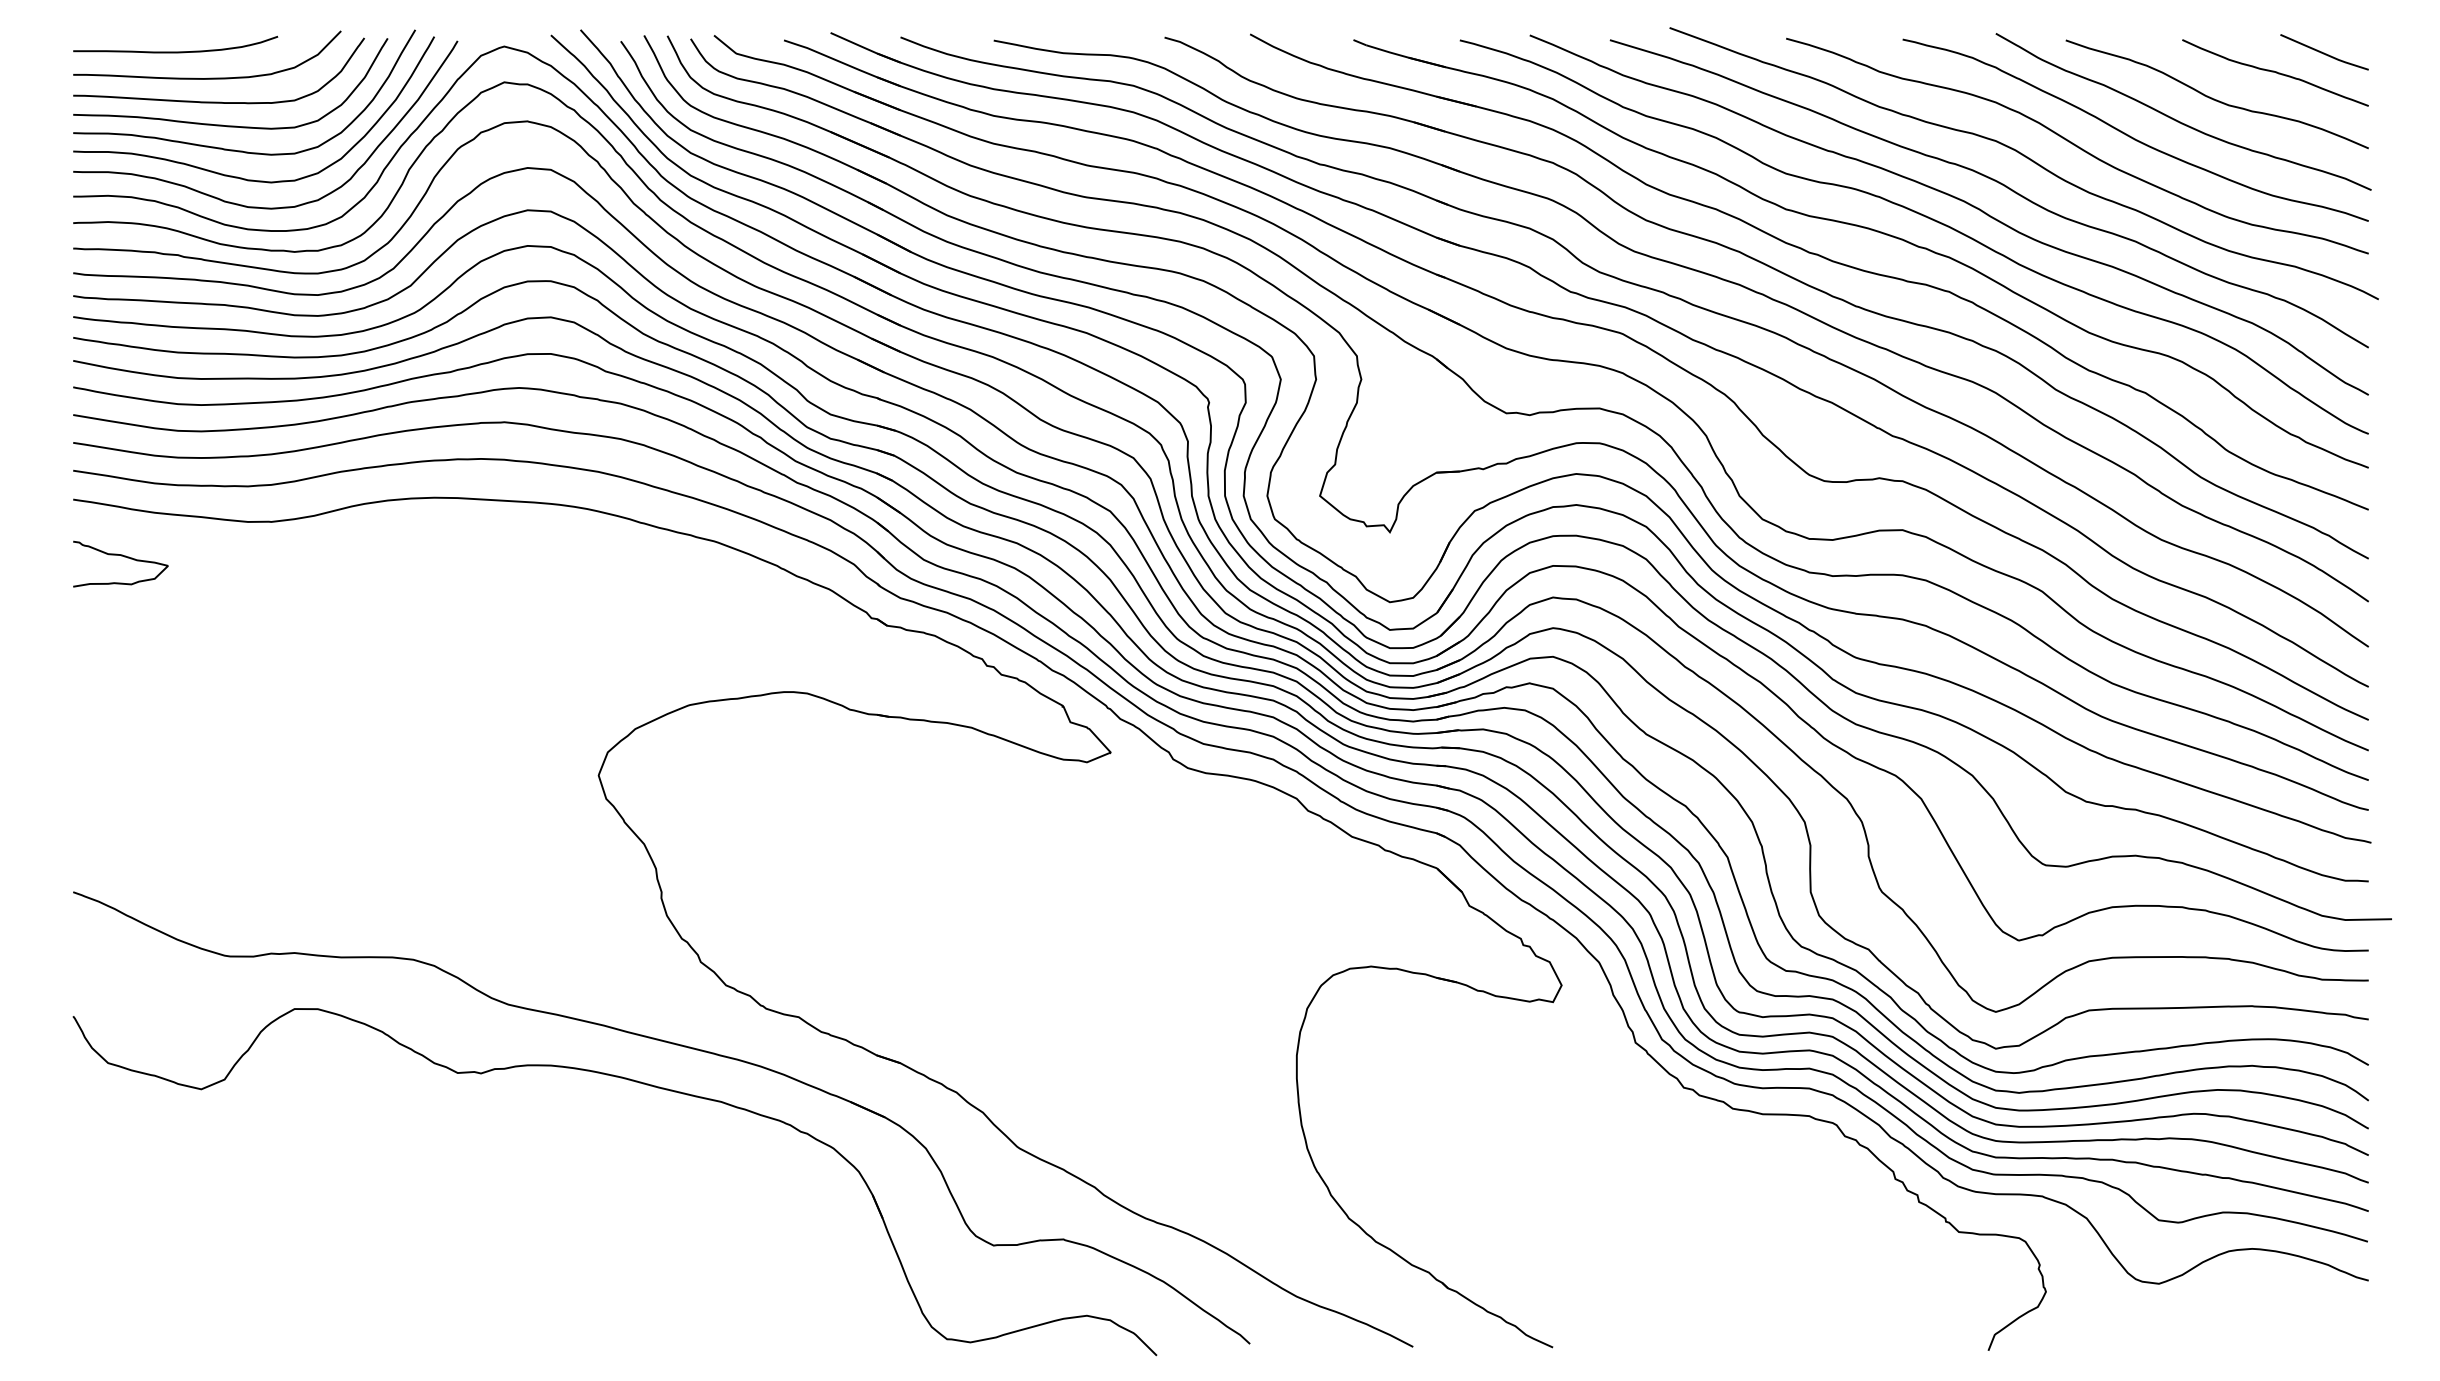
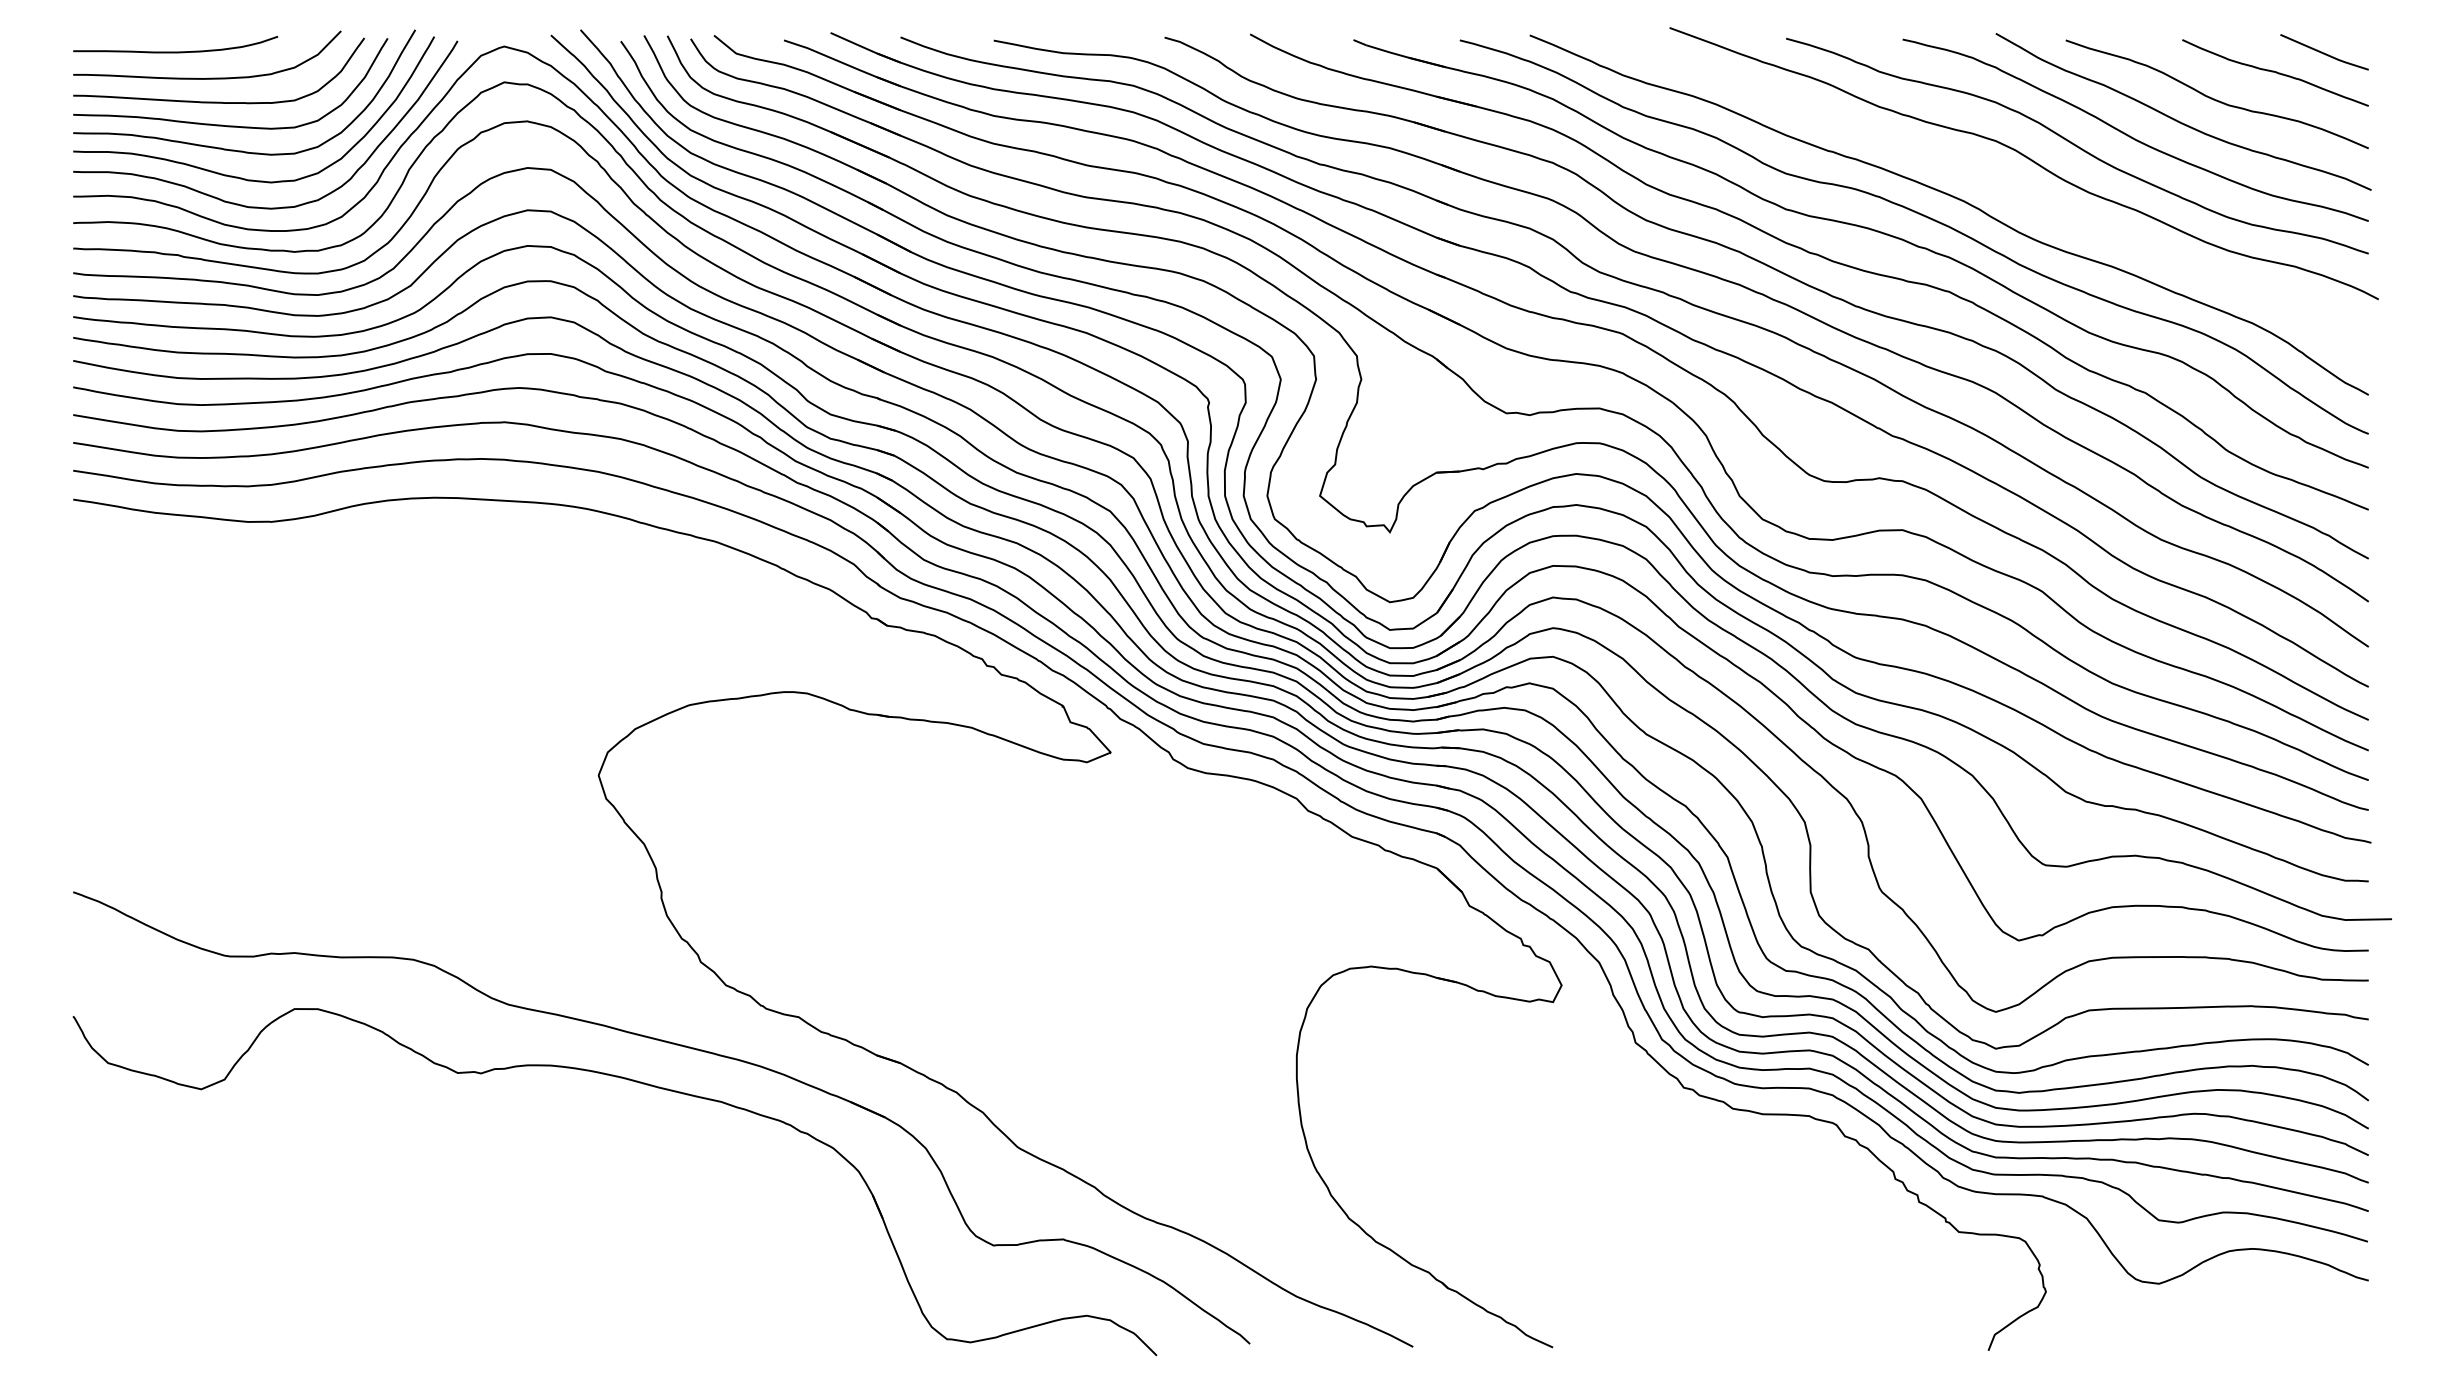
curve at (1994, 181): present -> none
curve at (121, 556): present -> none
